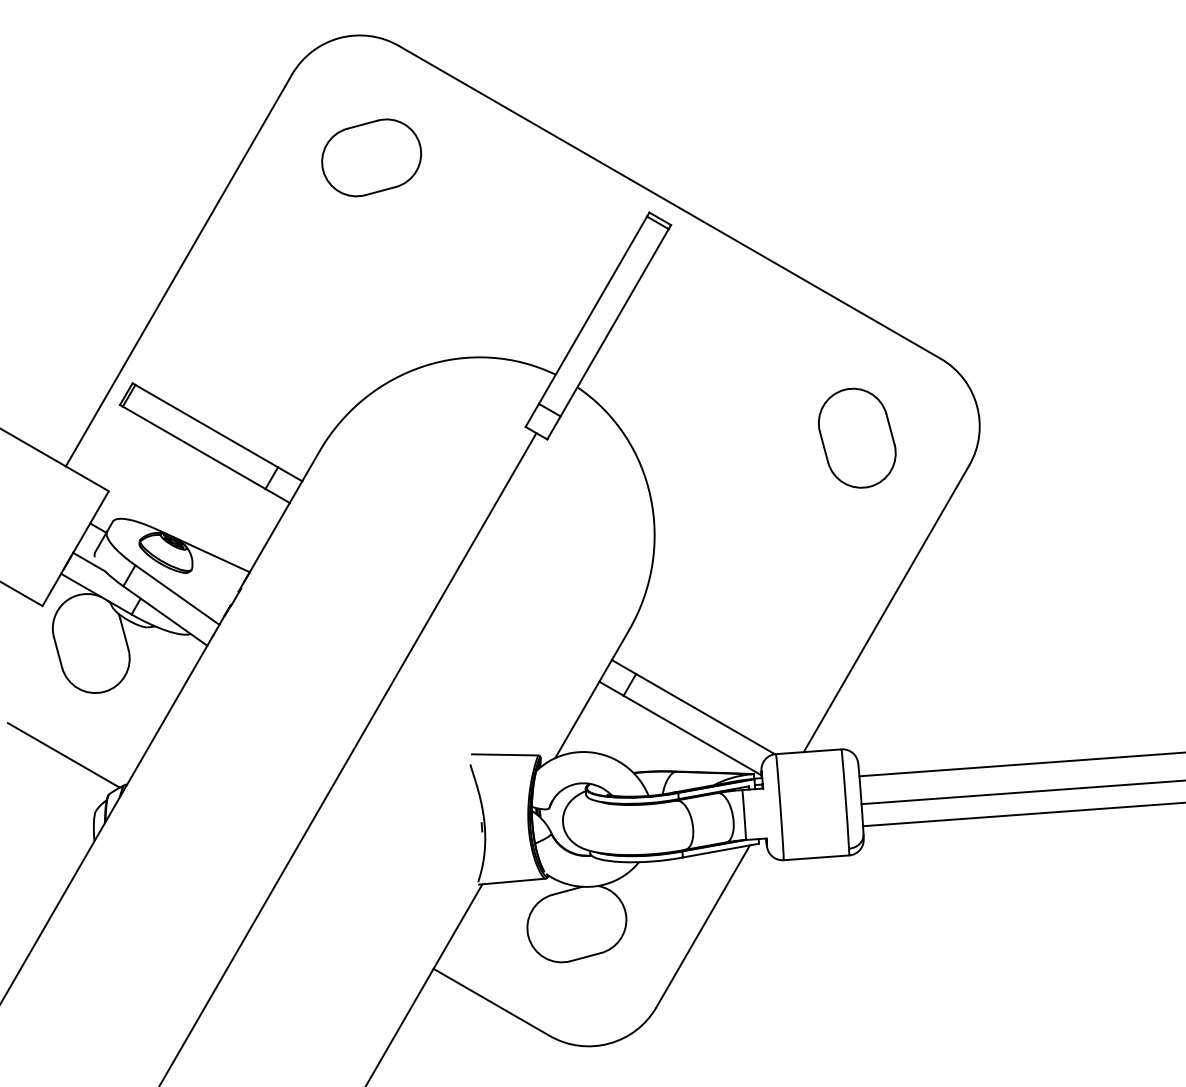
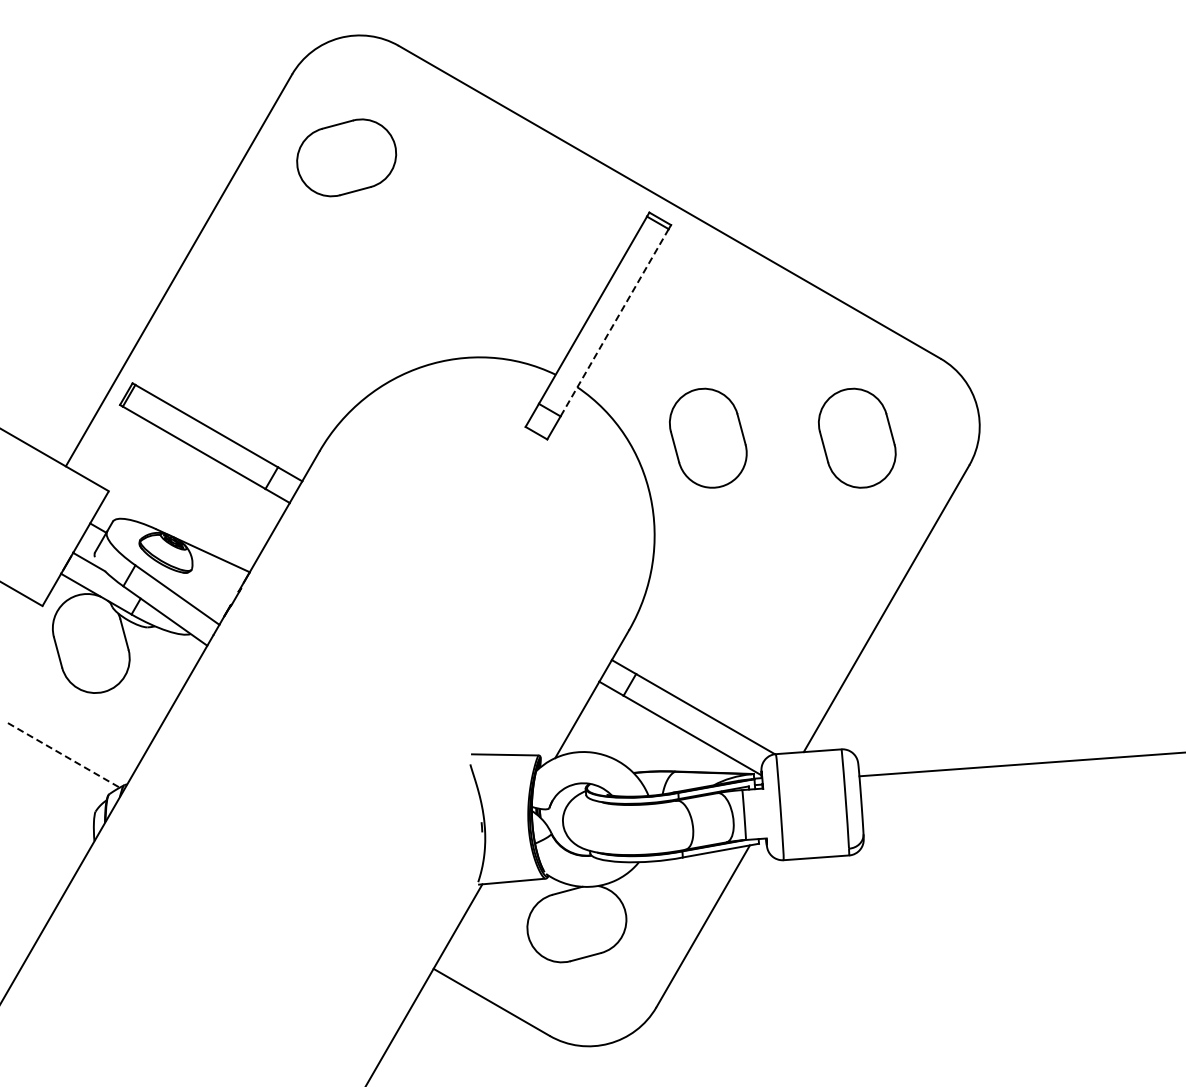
part at (371, 157) position: (371, 157) -> (346, 157)
line at (614, 323): solid -> dashed
part at (708, 437): none -> present
line at (63, 755): solid -> dashed
line at (348, 758): present -> none
line at (1021, 792): present -> none
line at (1022, 814): present -> none
